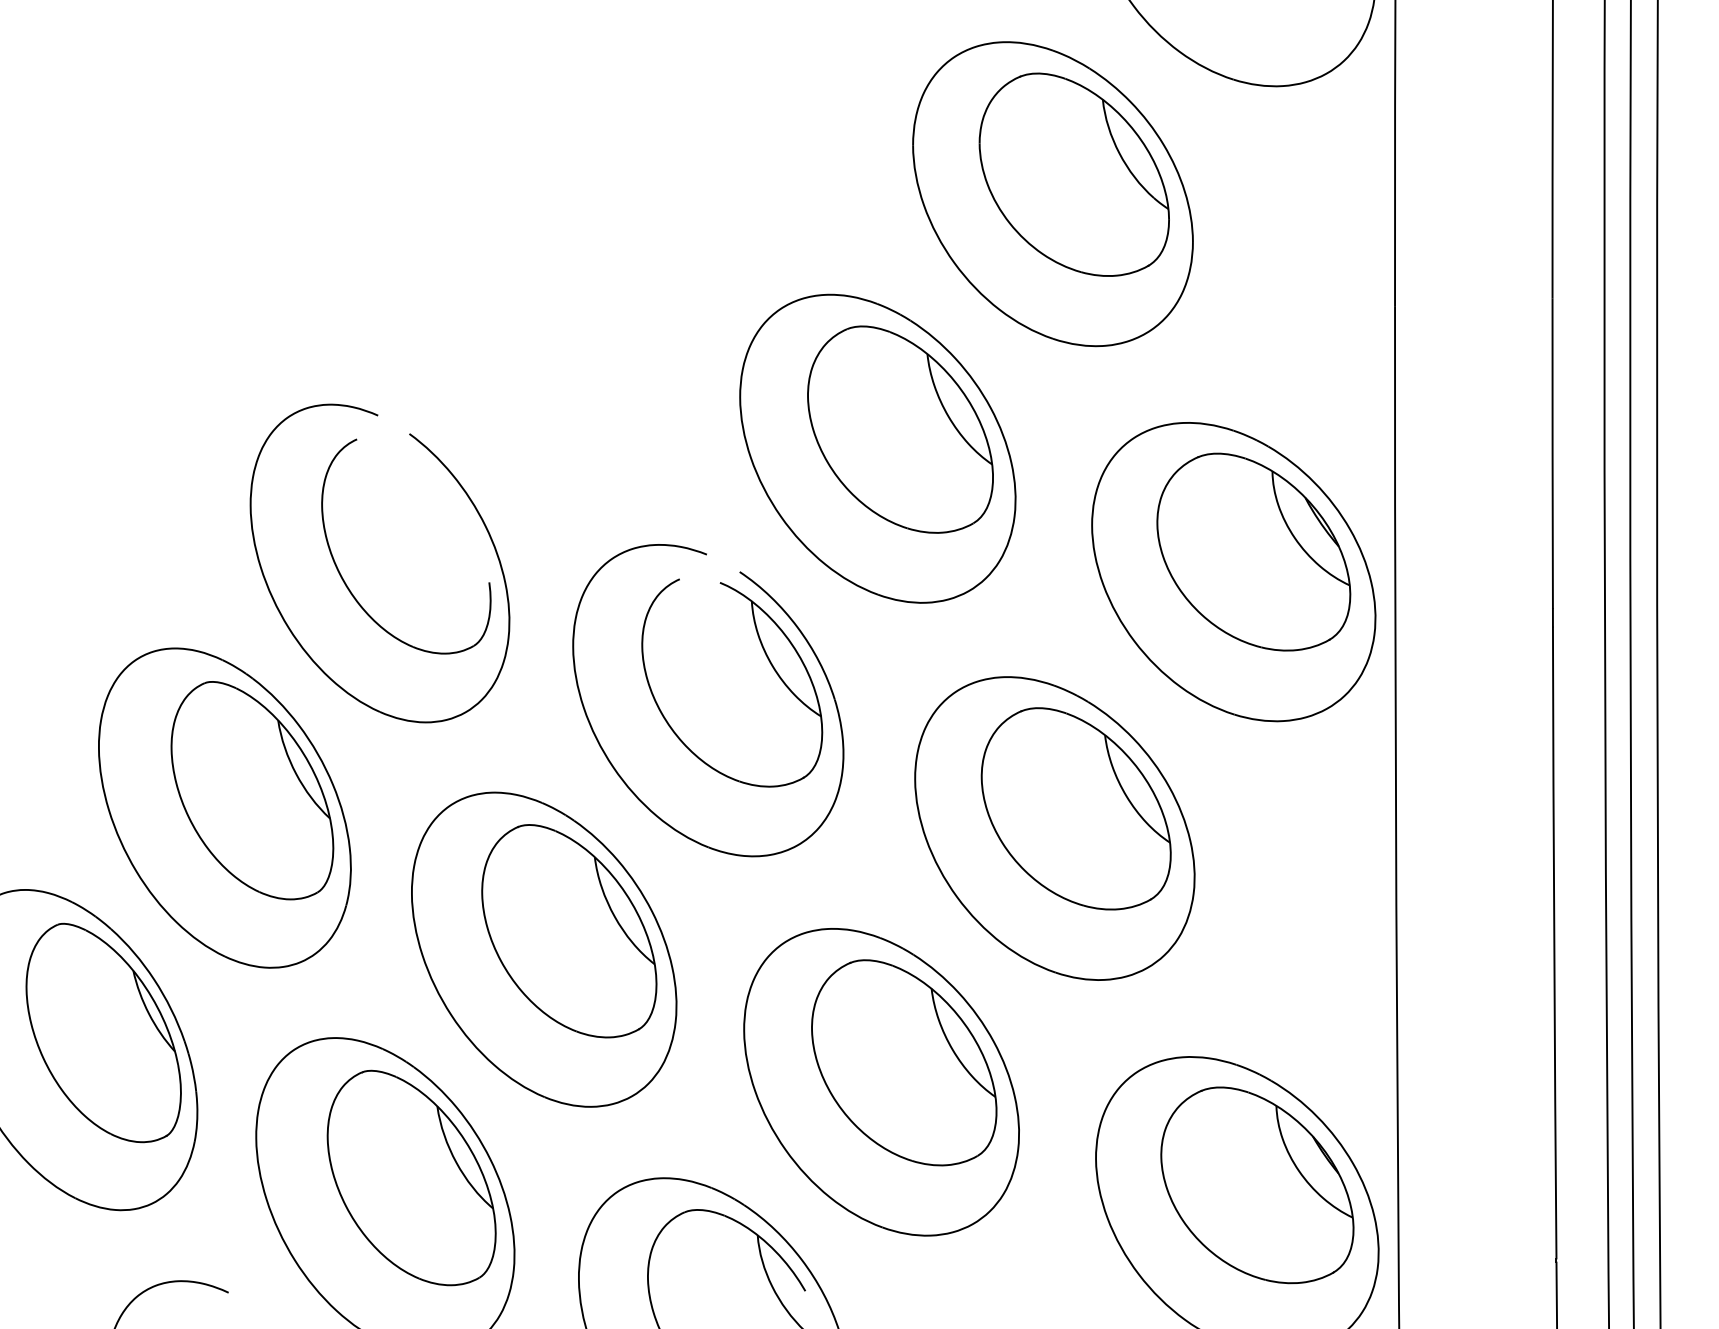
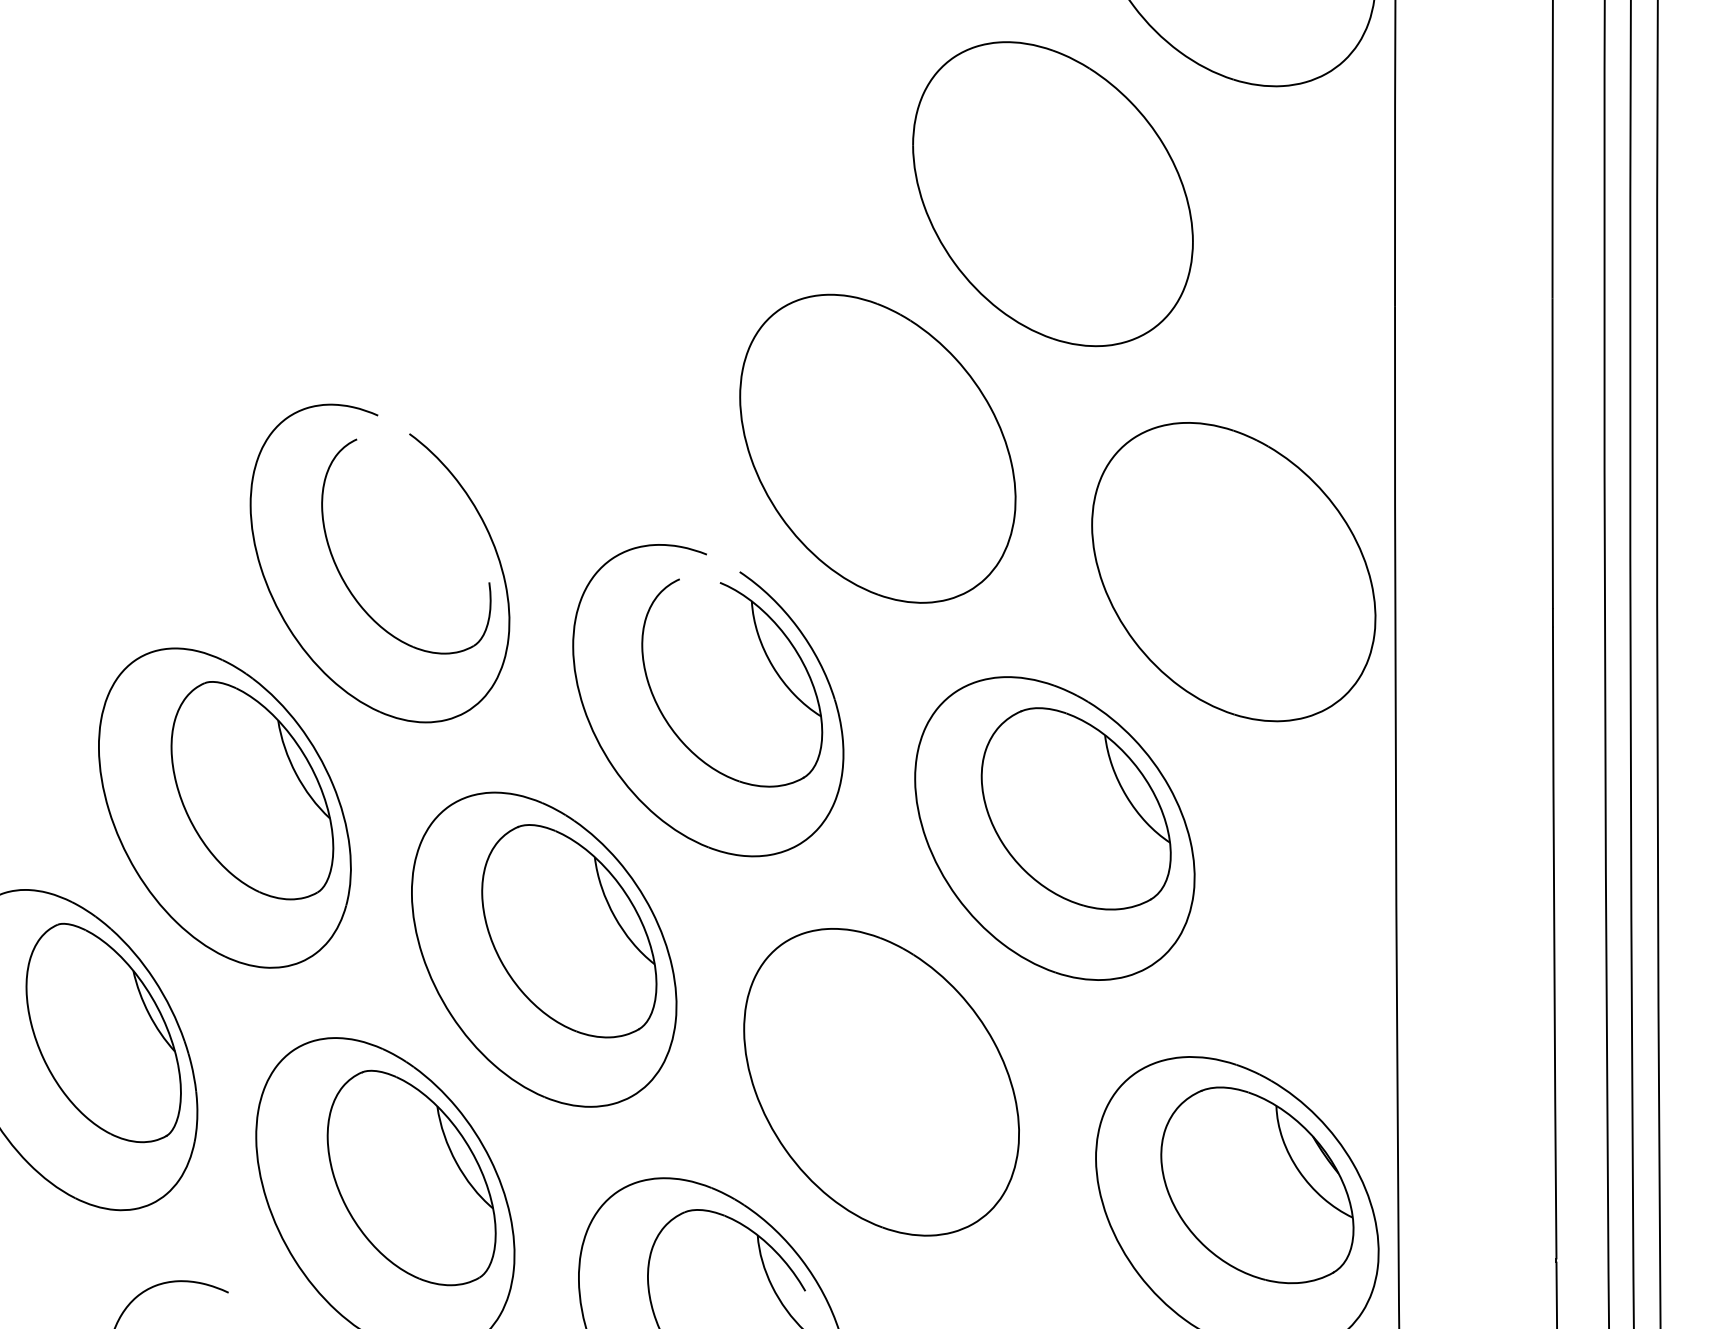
part at (1073, 174): present -> none
part at (900, 429): present -> none
part at (1253, 551): present -> none
part at (904, 1062): present -> none
